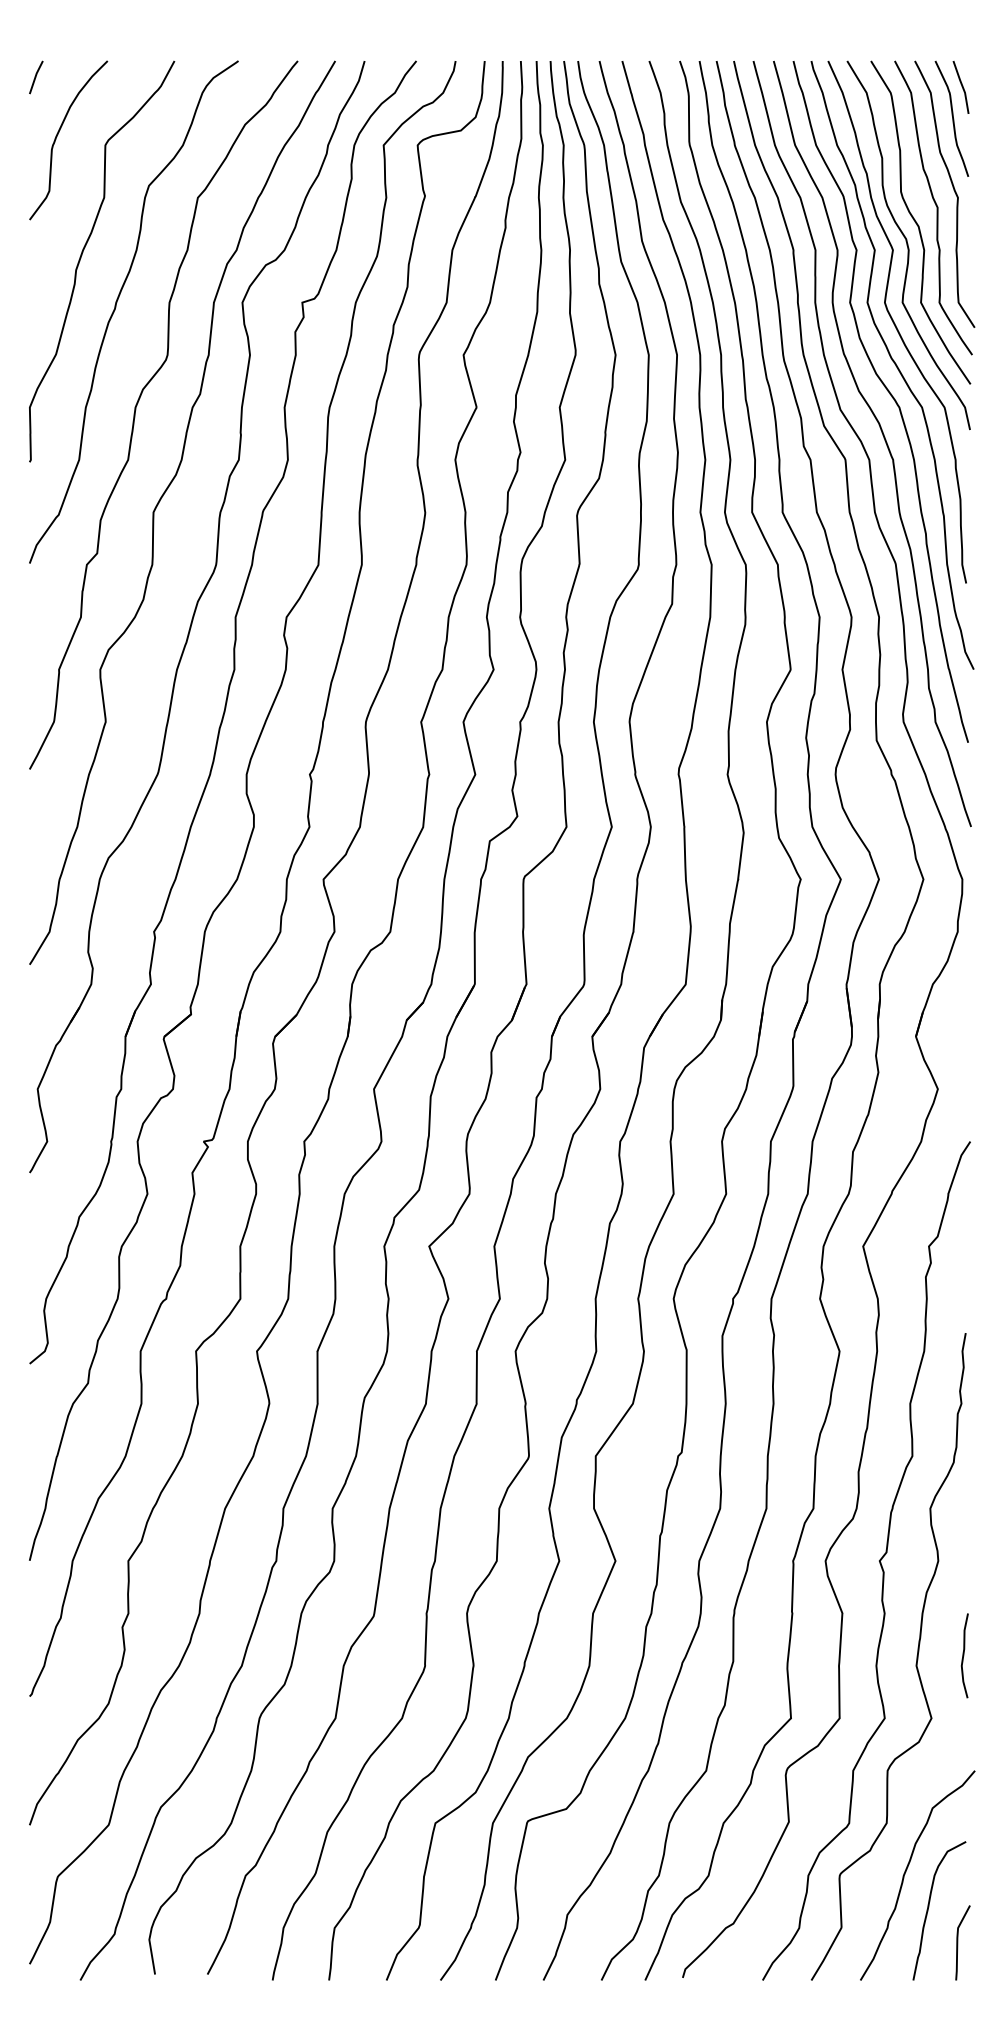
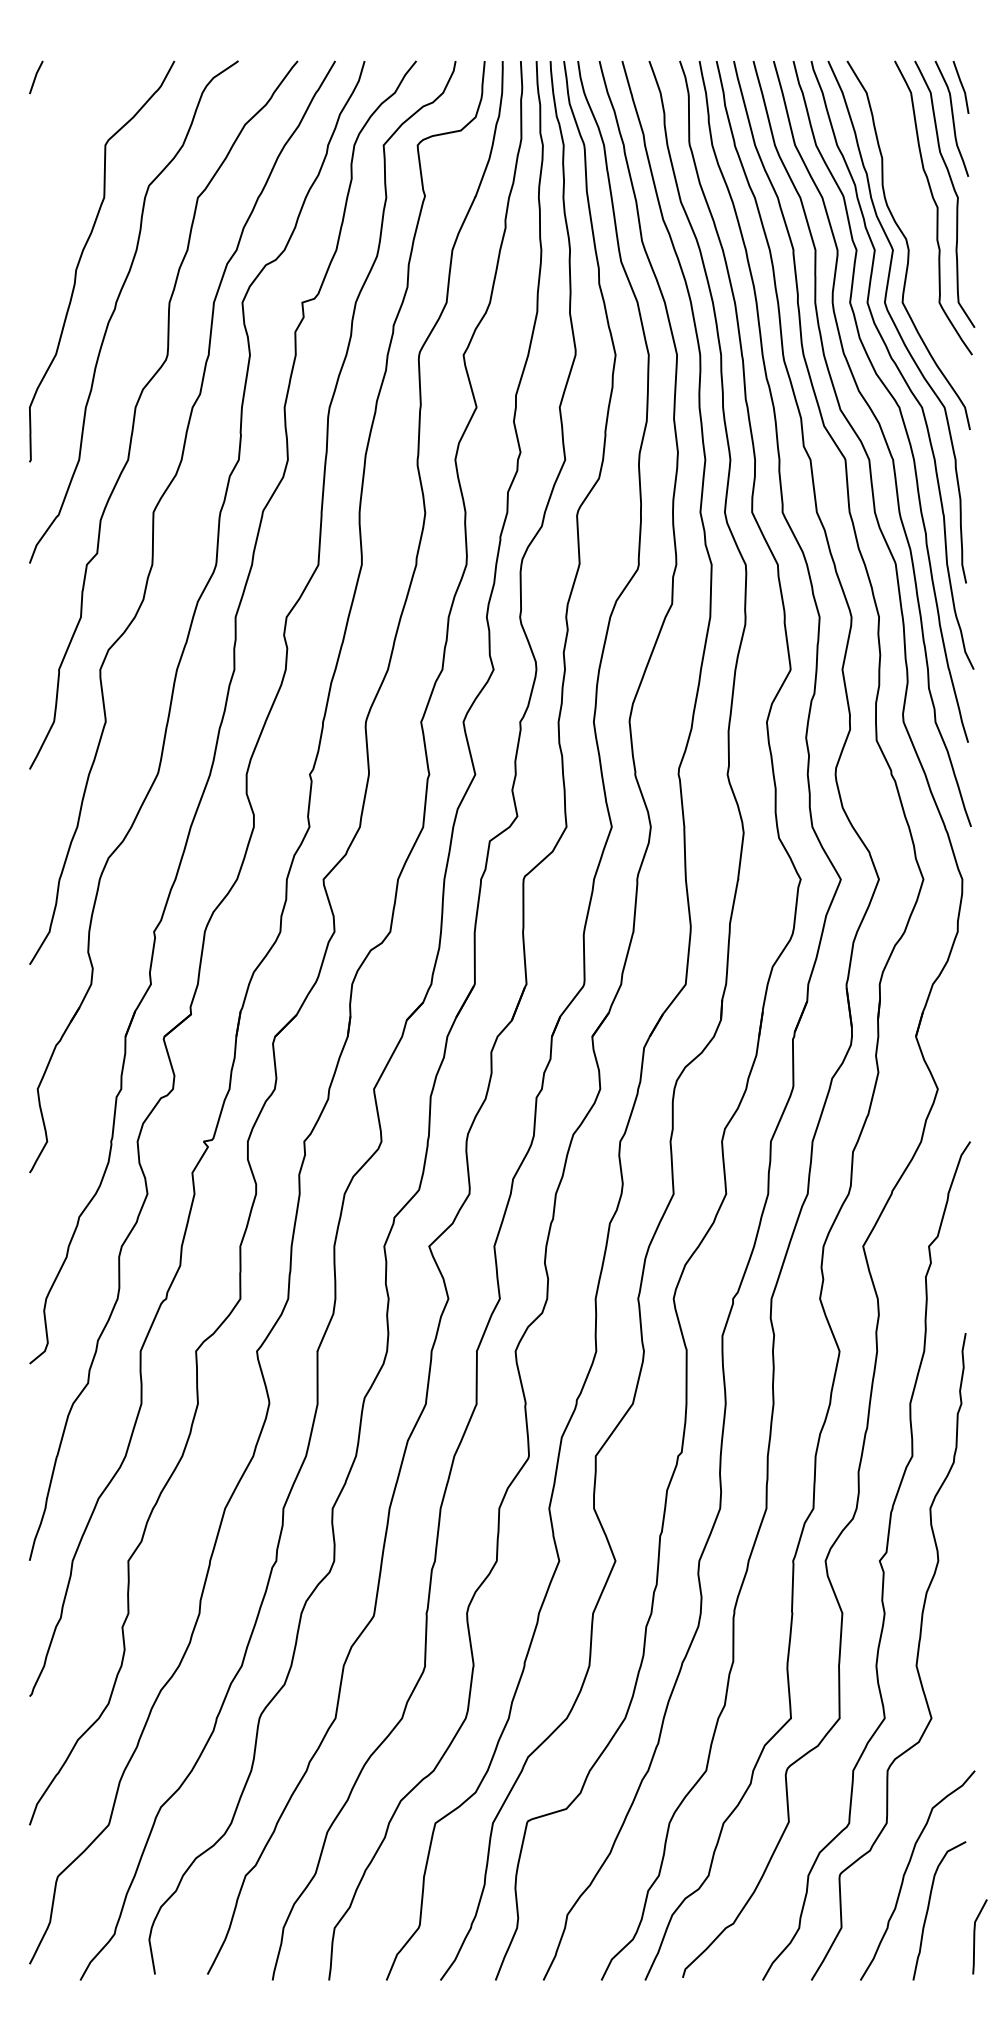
curve at (58, 134): present -> none
curve at (918, 224): present -> none
curve at (964, 1655): present -> none
line at (958, 1942) position: (958, 1942) -> (975, 1936)
